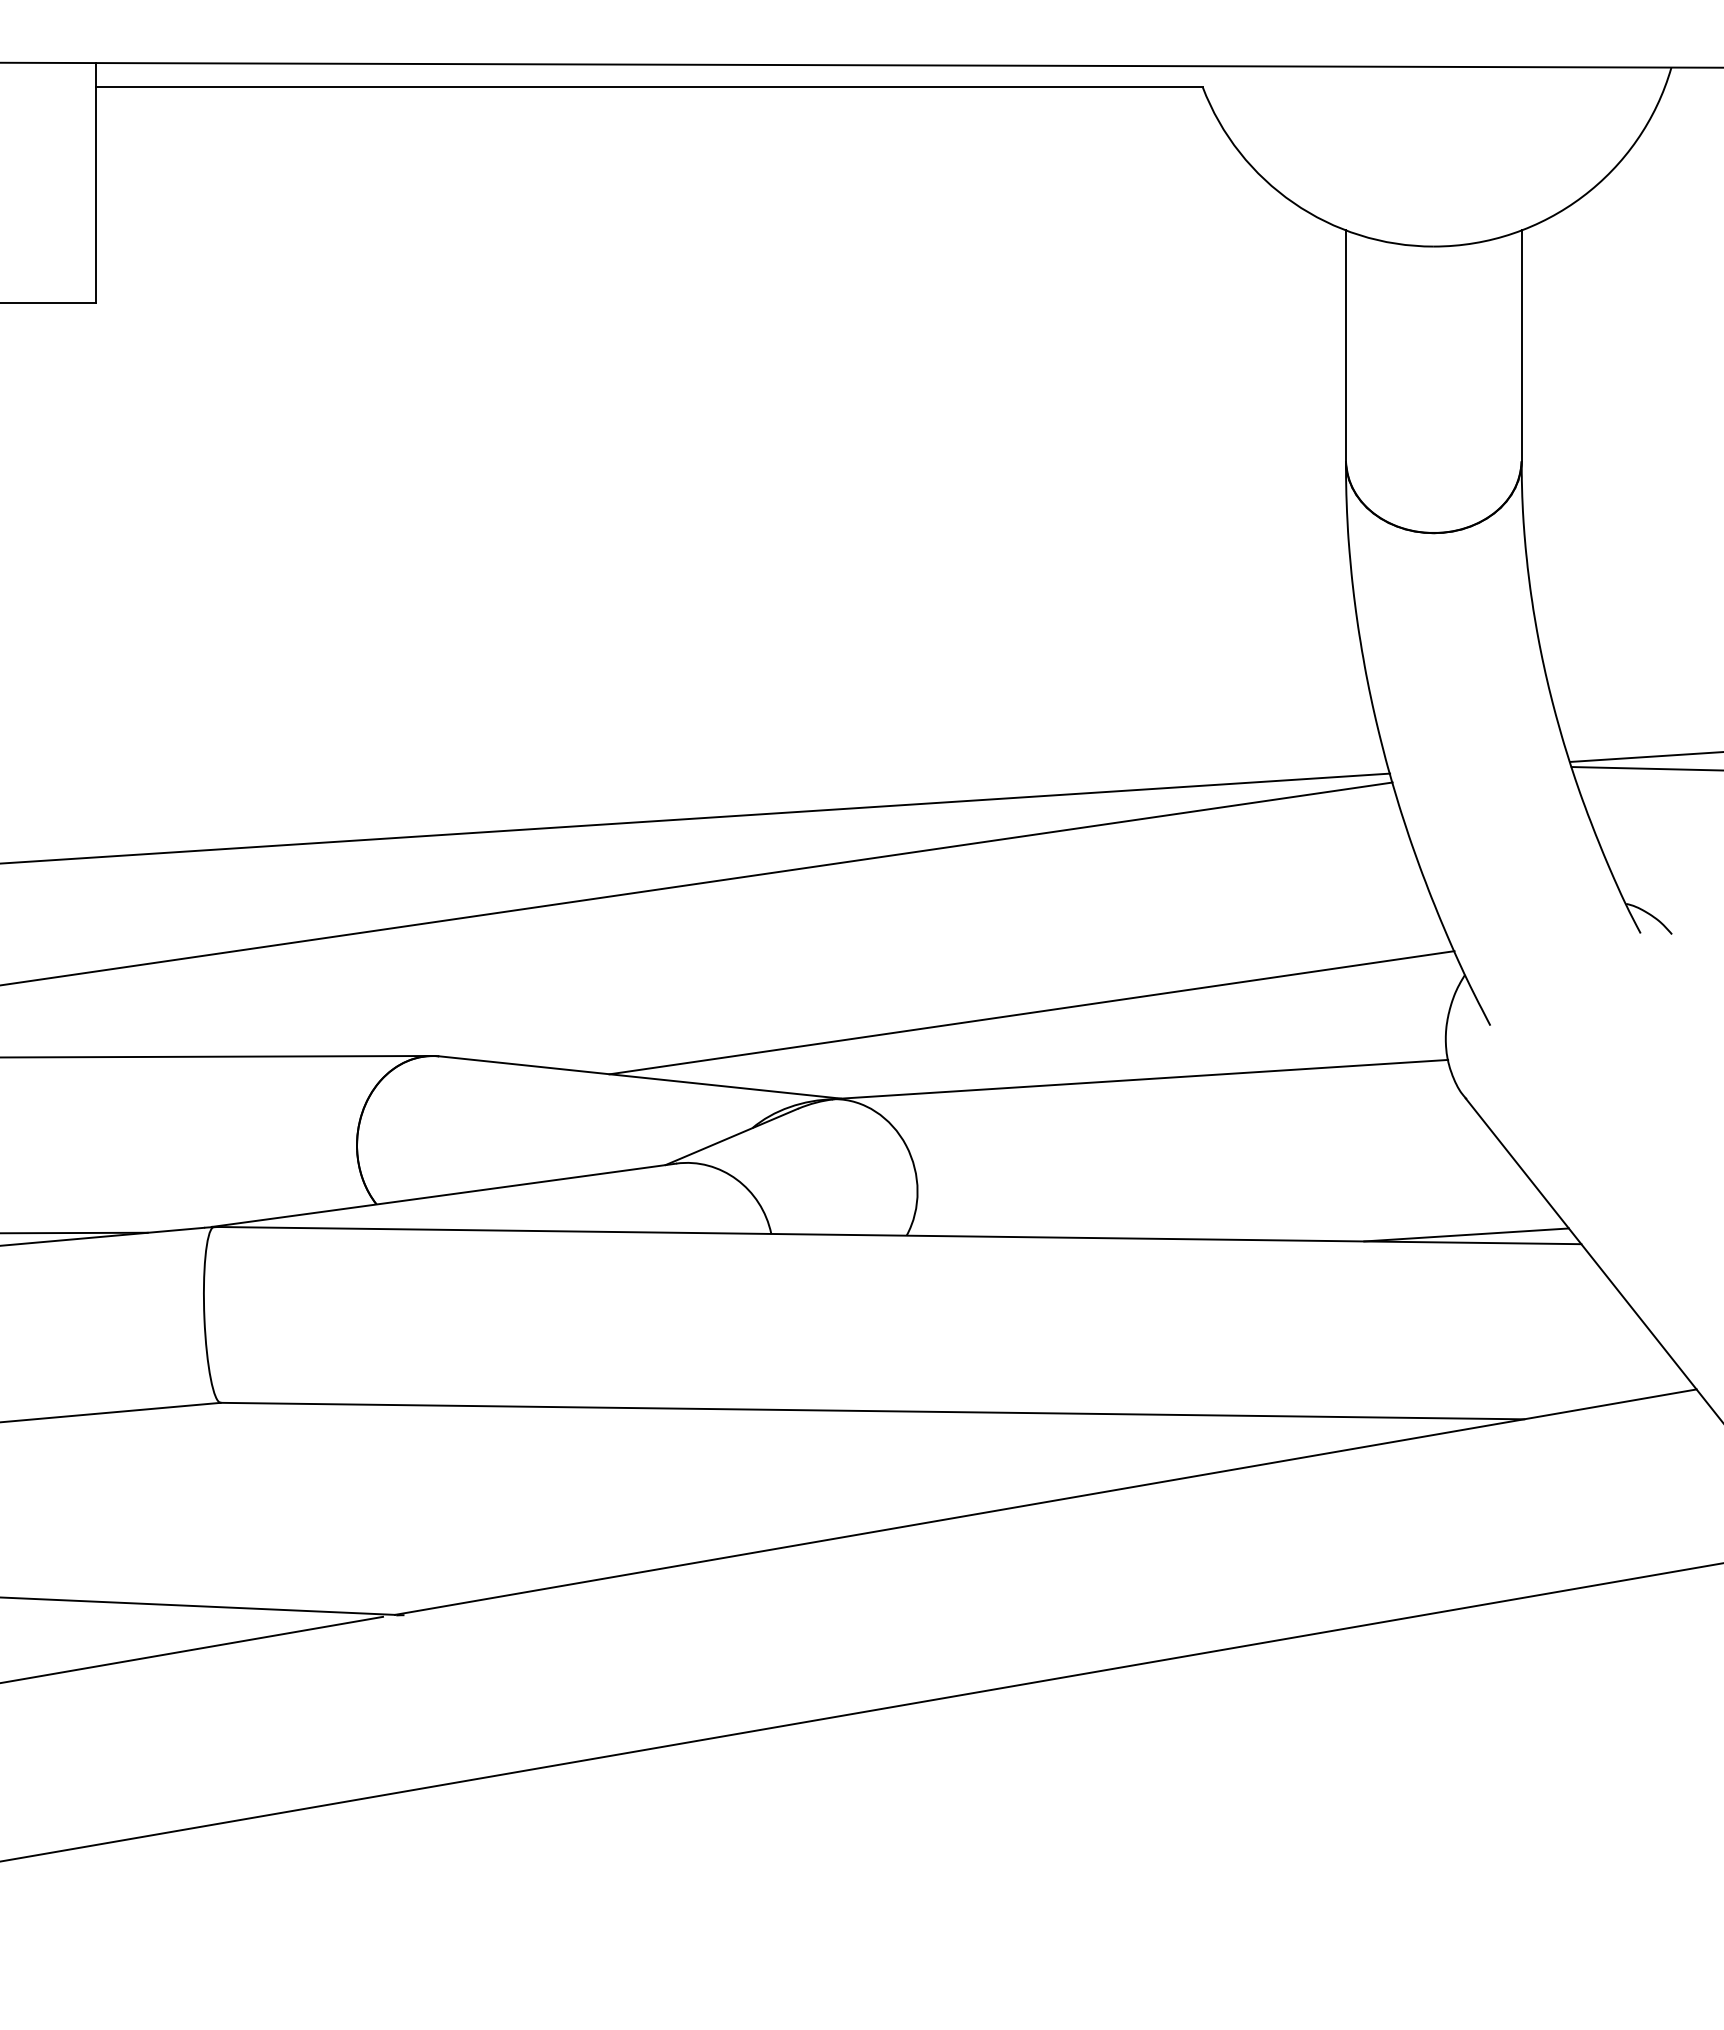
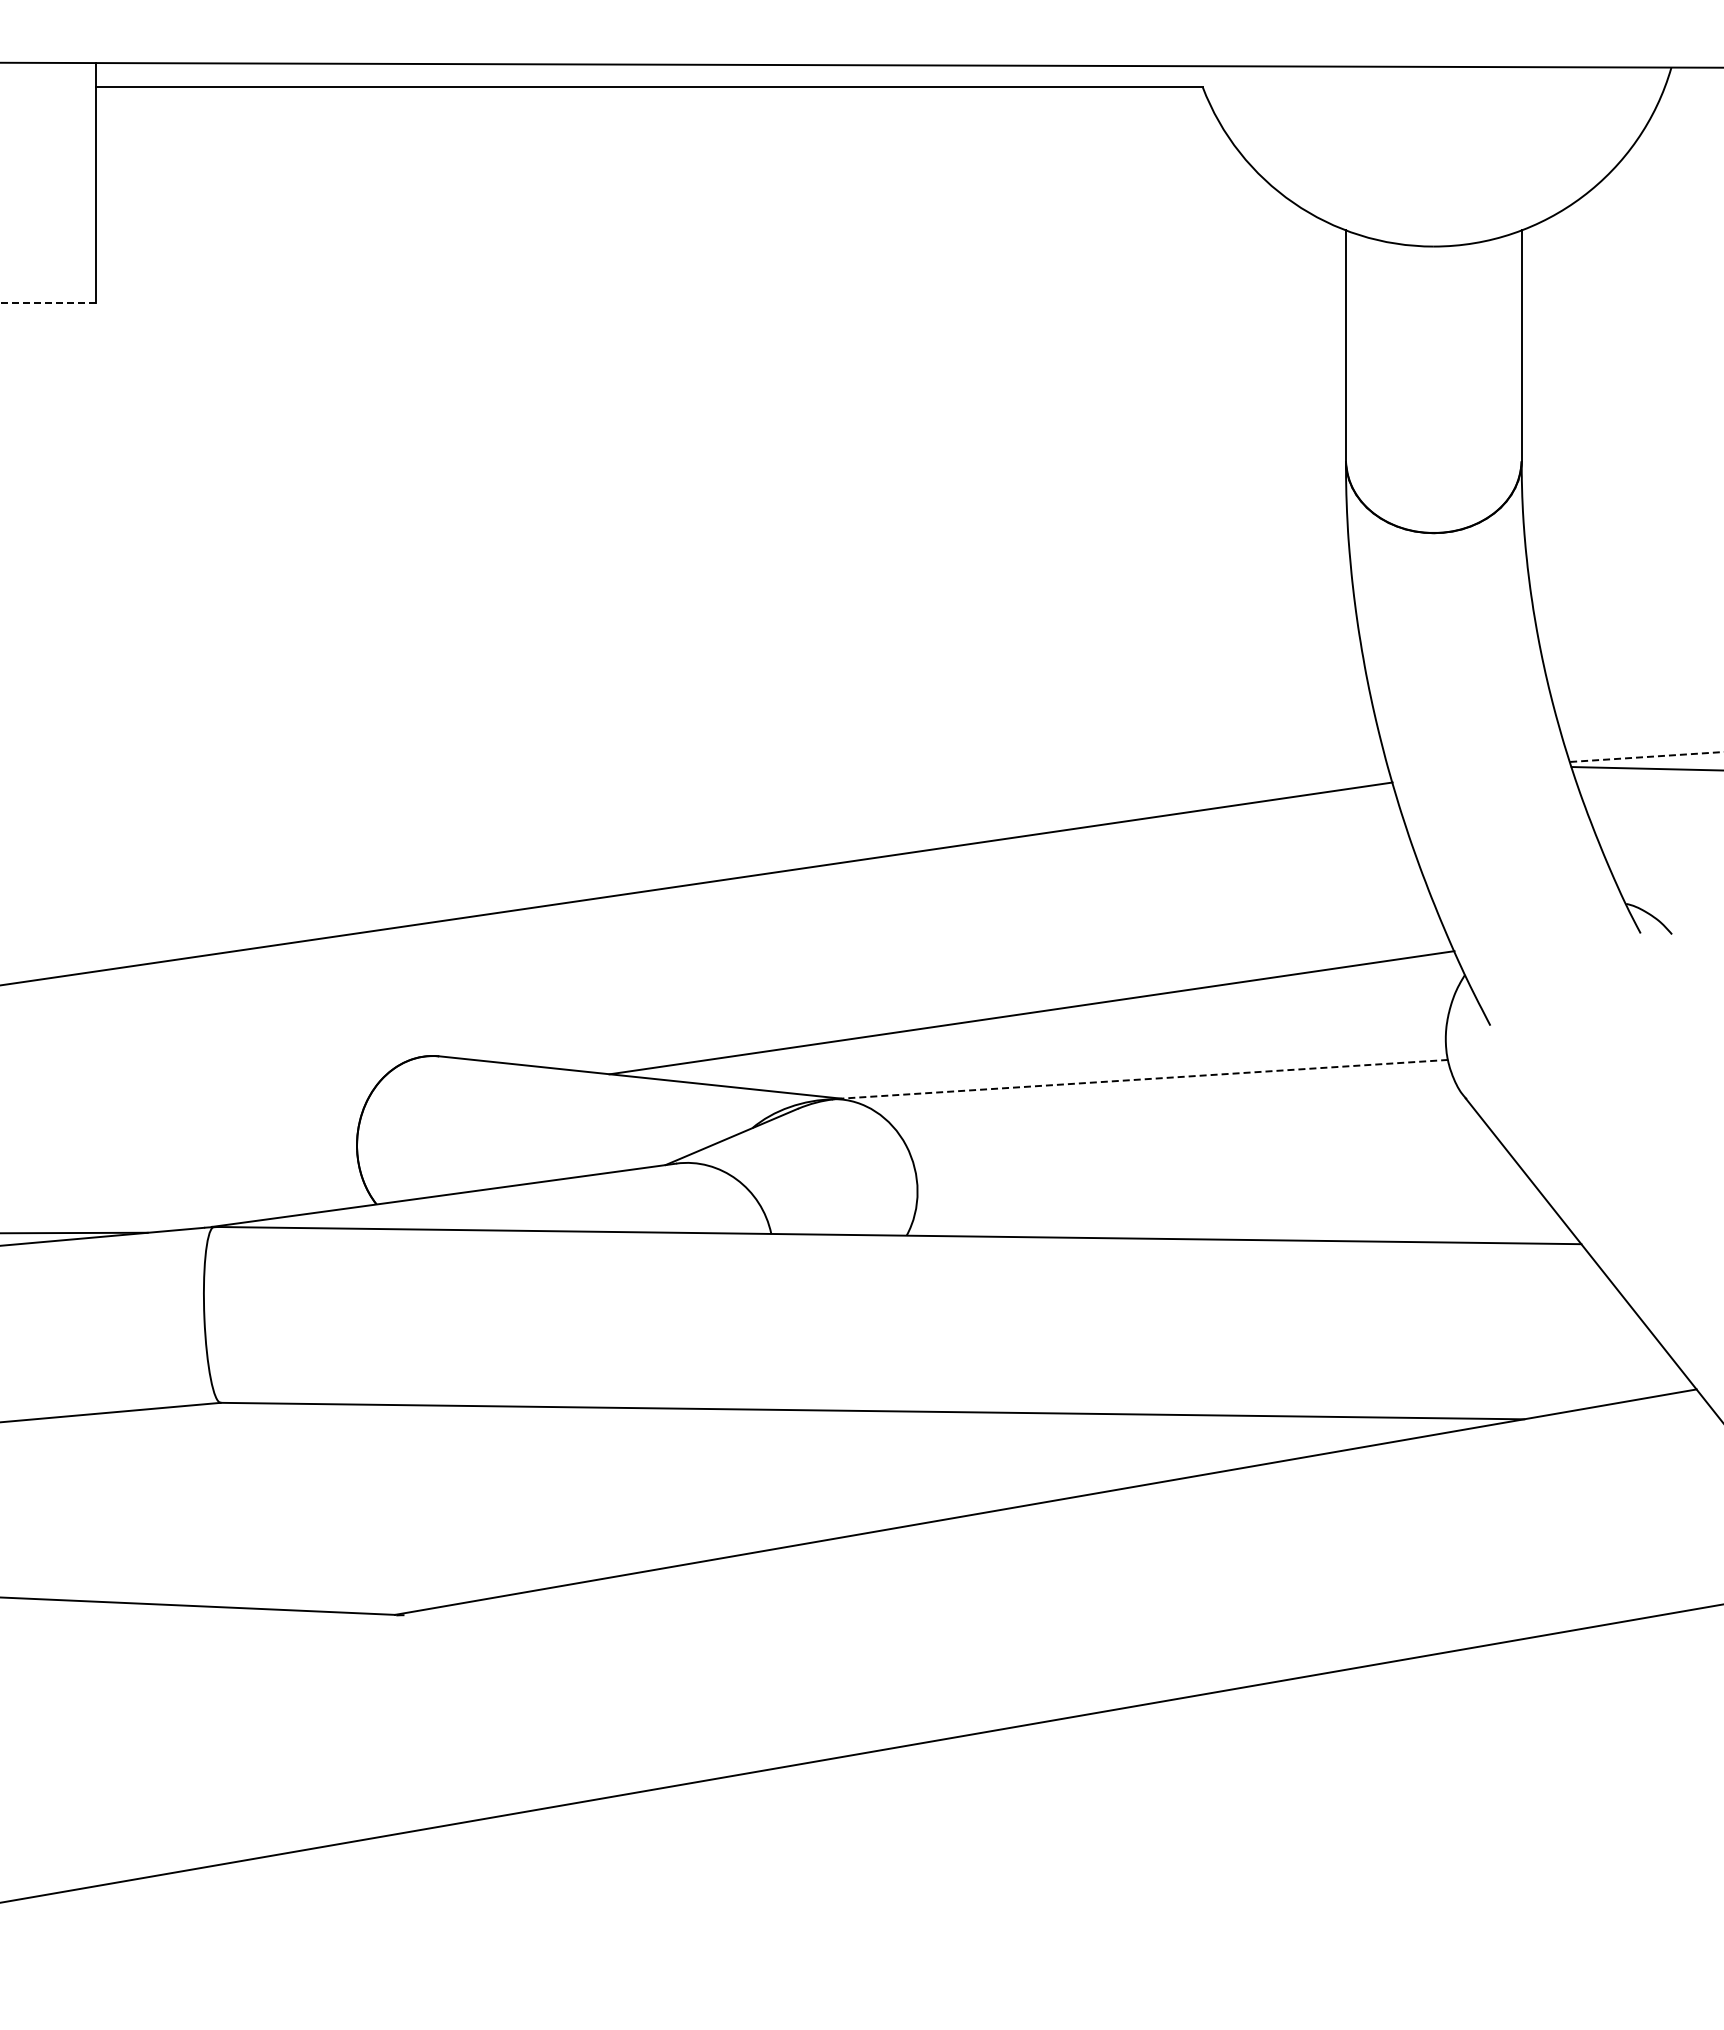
line at (47, 302): solid -> dashed
line at (1646, 757): solid -> dashed
line at (696, 818): present -> none
line at (217, 1056): present -> none
line at (1143, 1079): solid -> dashed
line at (1466, 1234): present -> none
line at (192, 1649): present -> none
line at (861, 1712) position: (861, 1712) -> (861, 1753)
